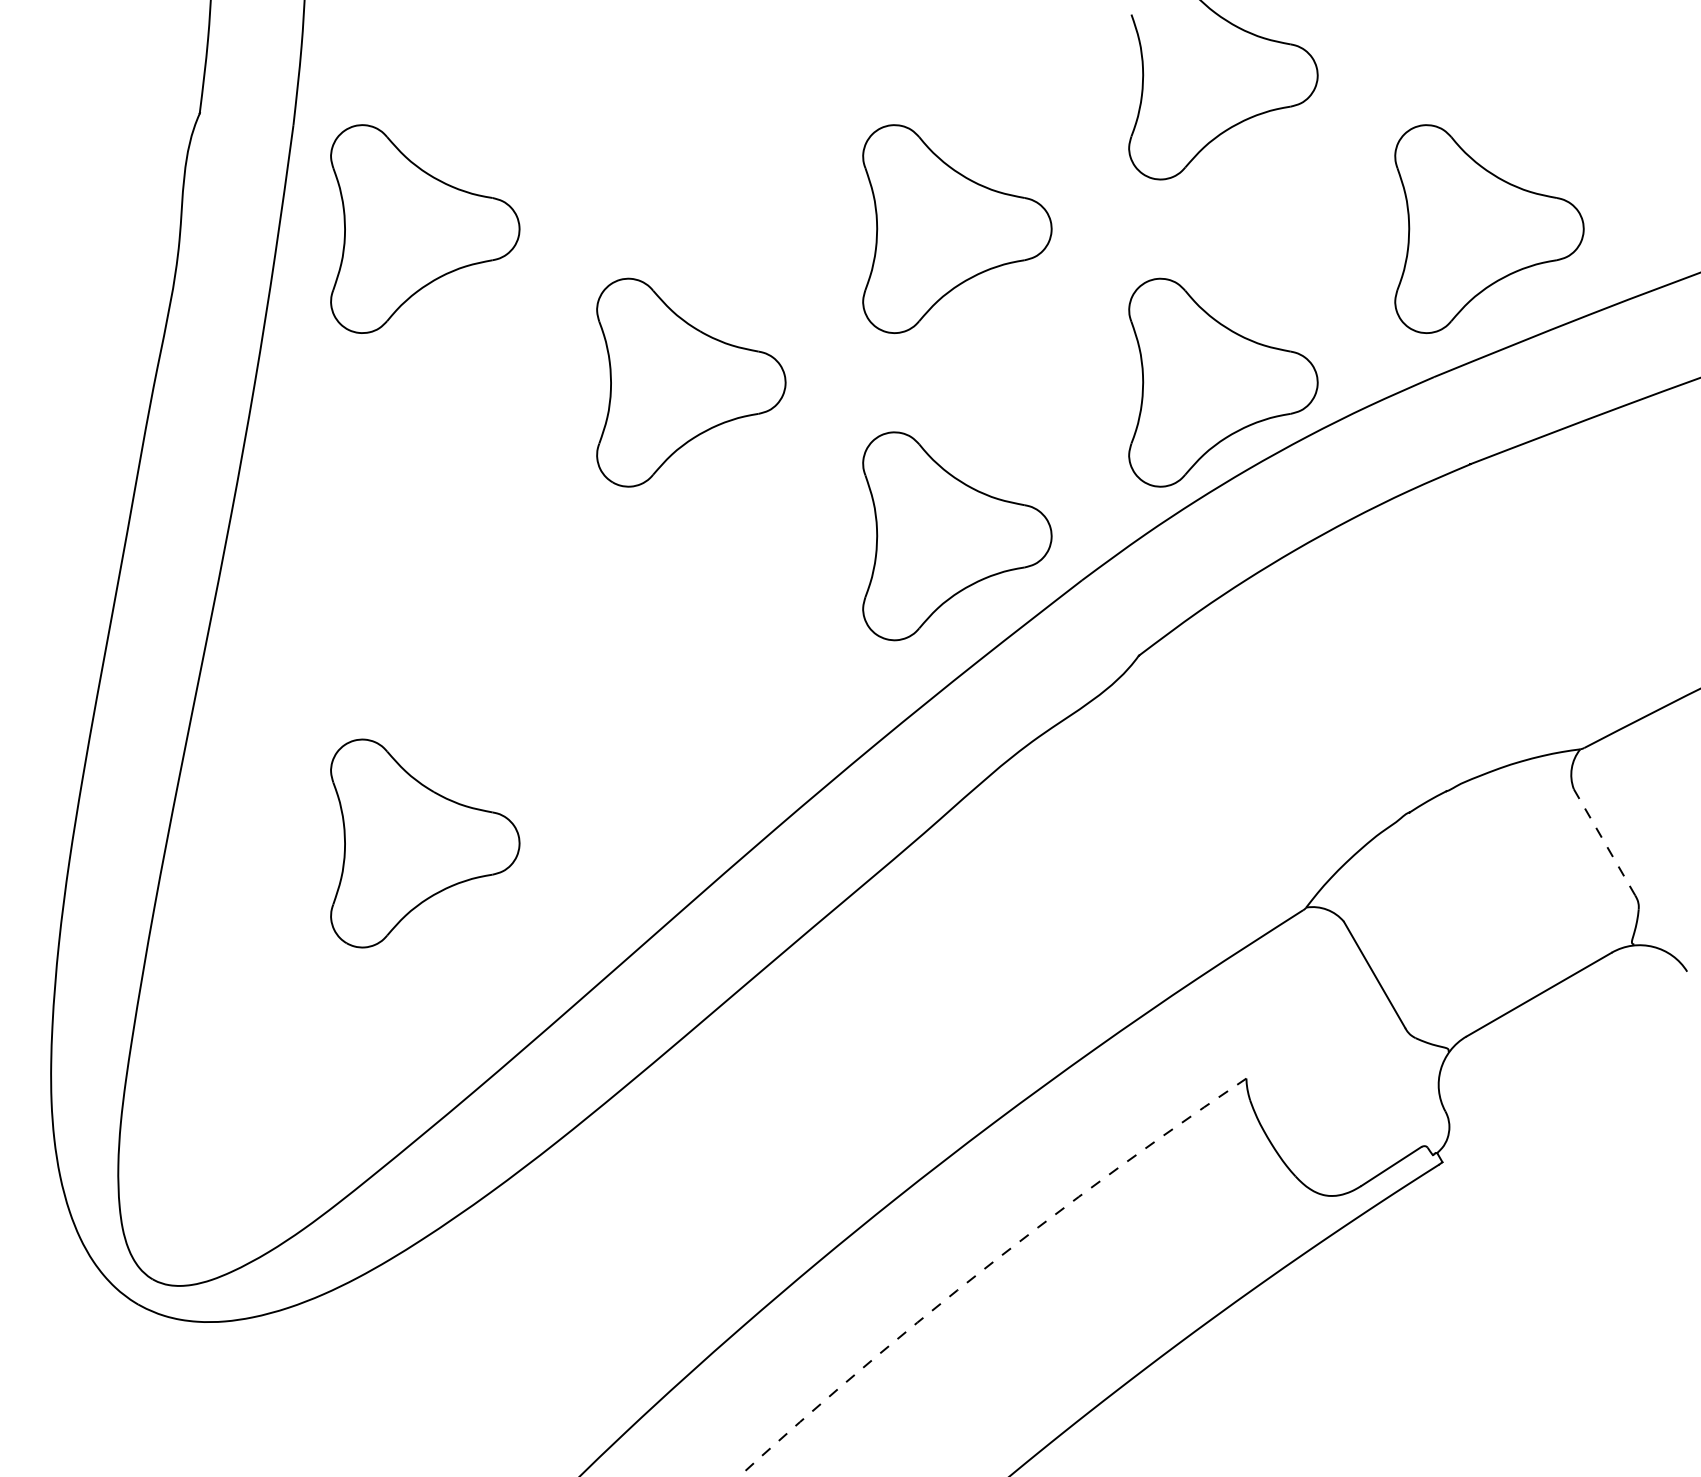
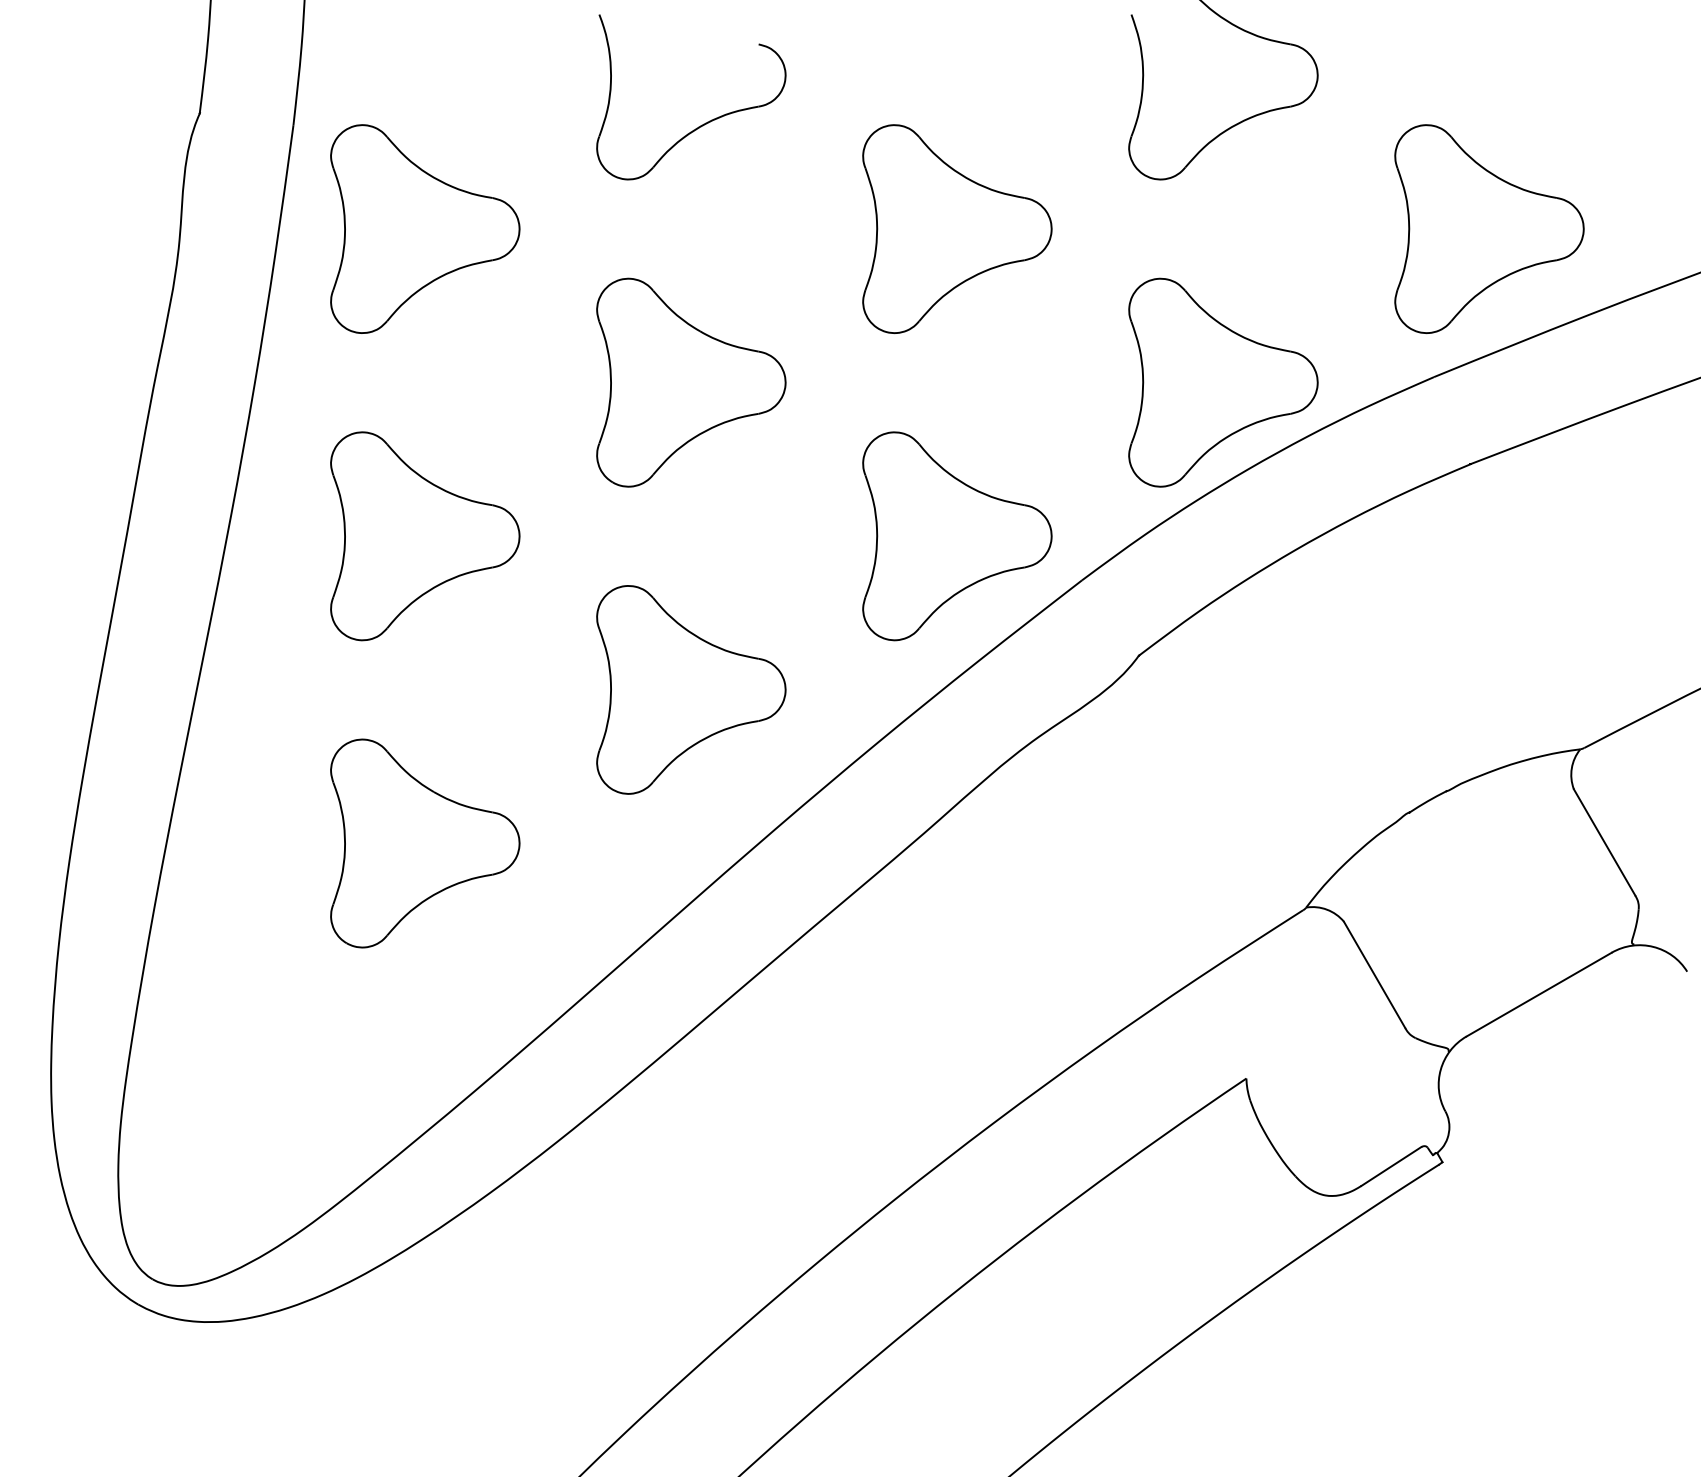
part at (703, 123): none -> present
part at (425, 536): none -> present
part at (691, 689): none -> present
line at (1604, 842): dashed -> solid
arc at (985, 1268): dashed -> solid
